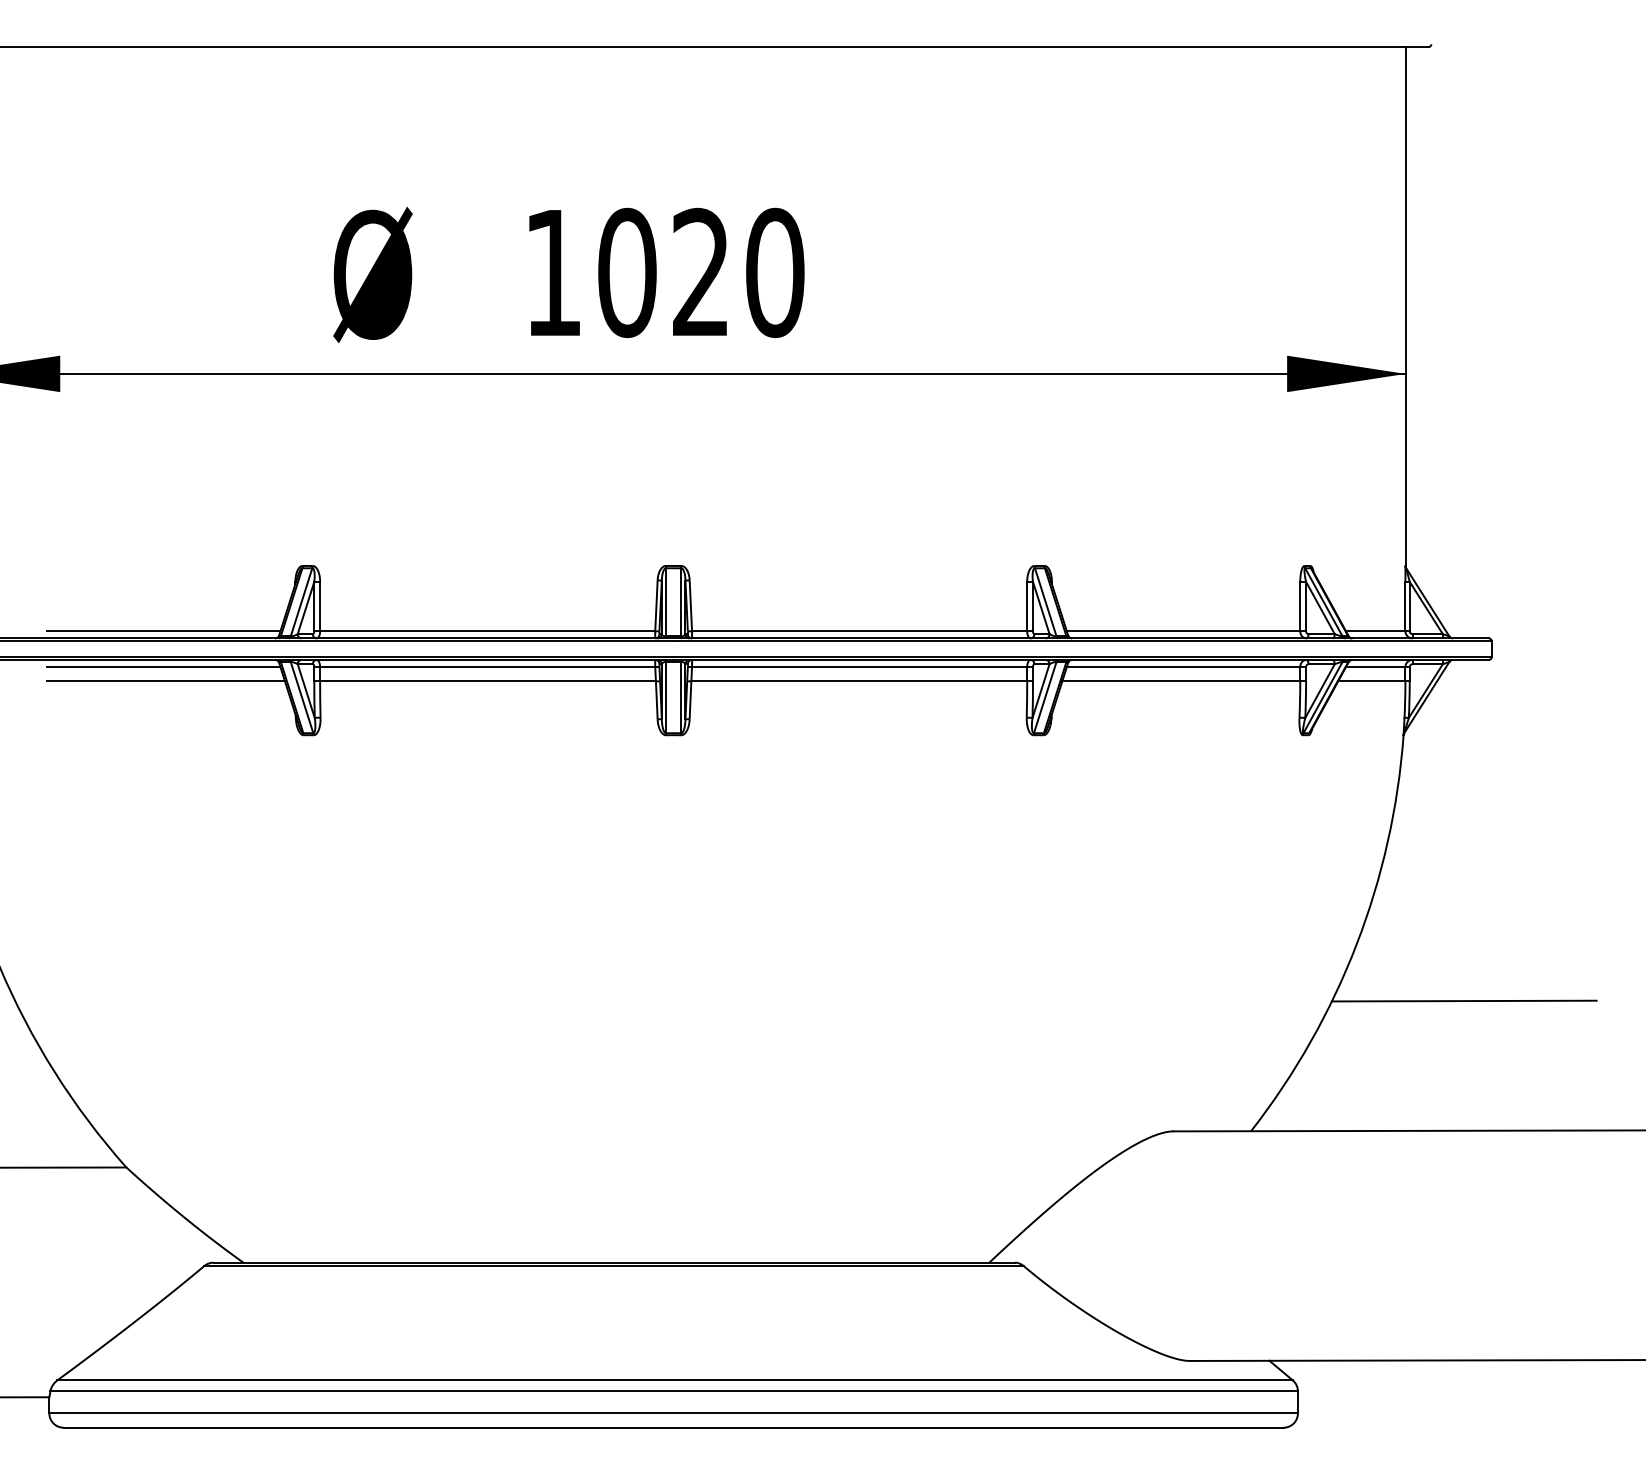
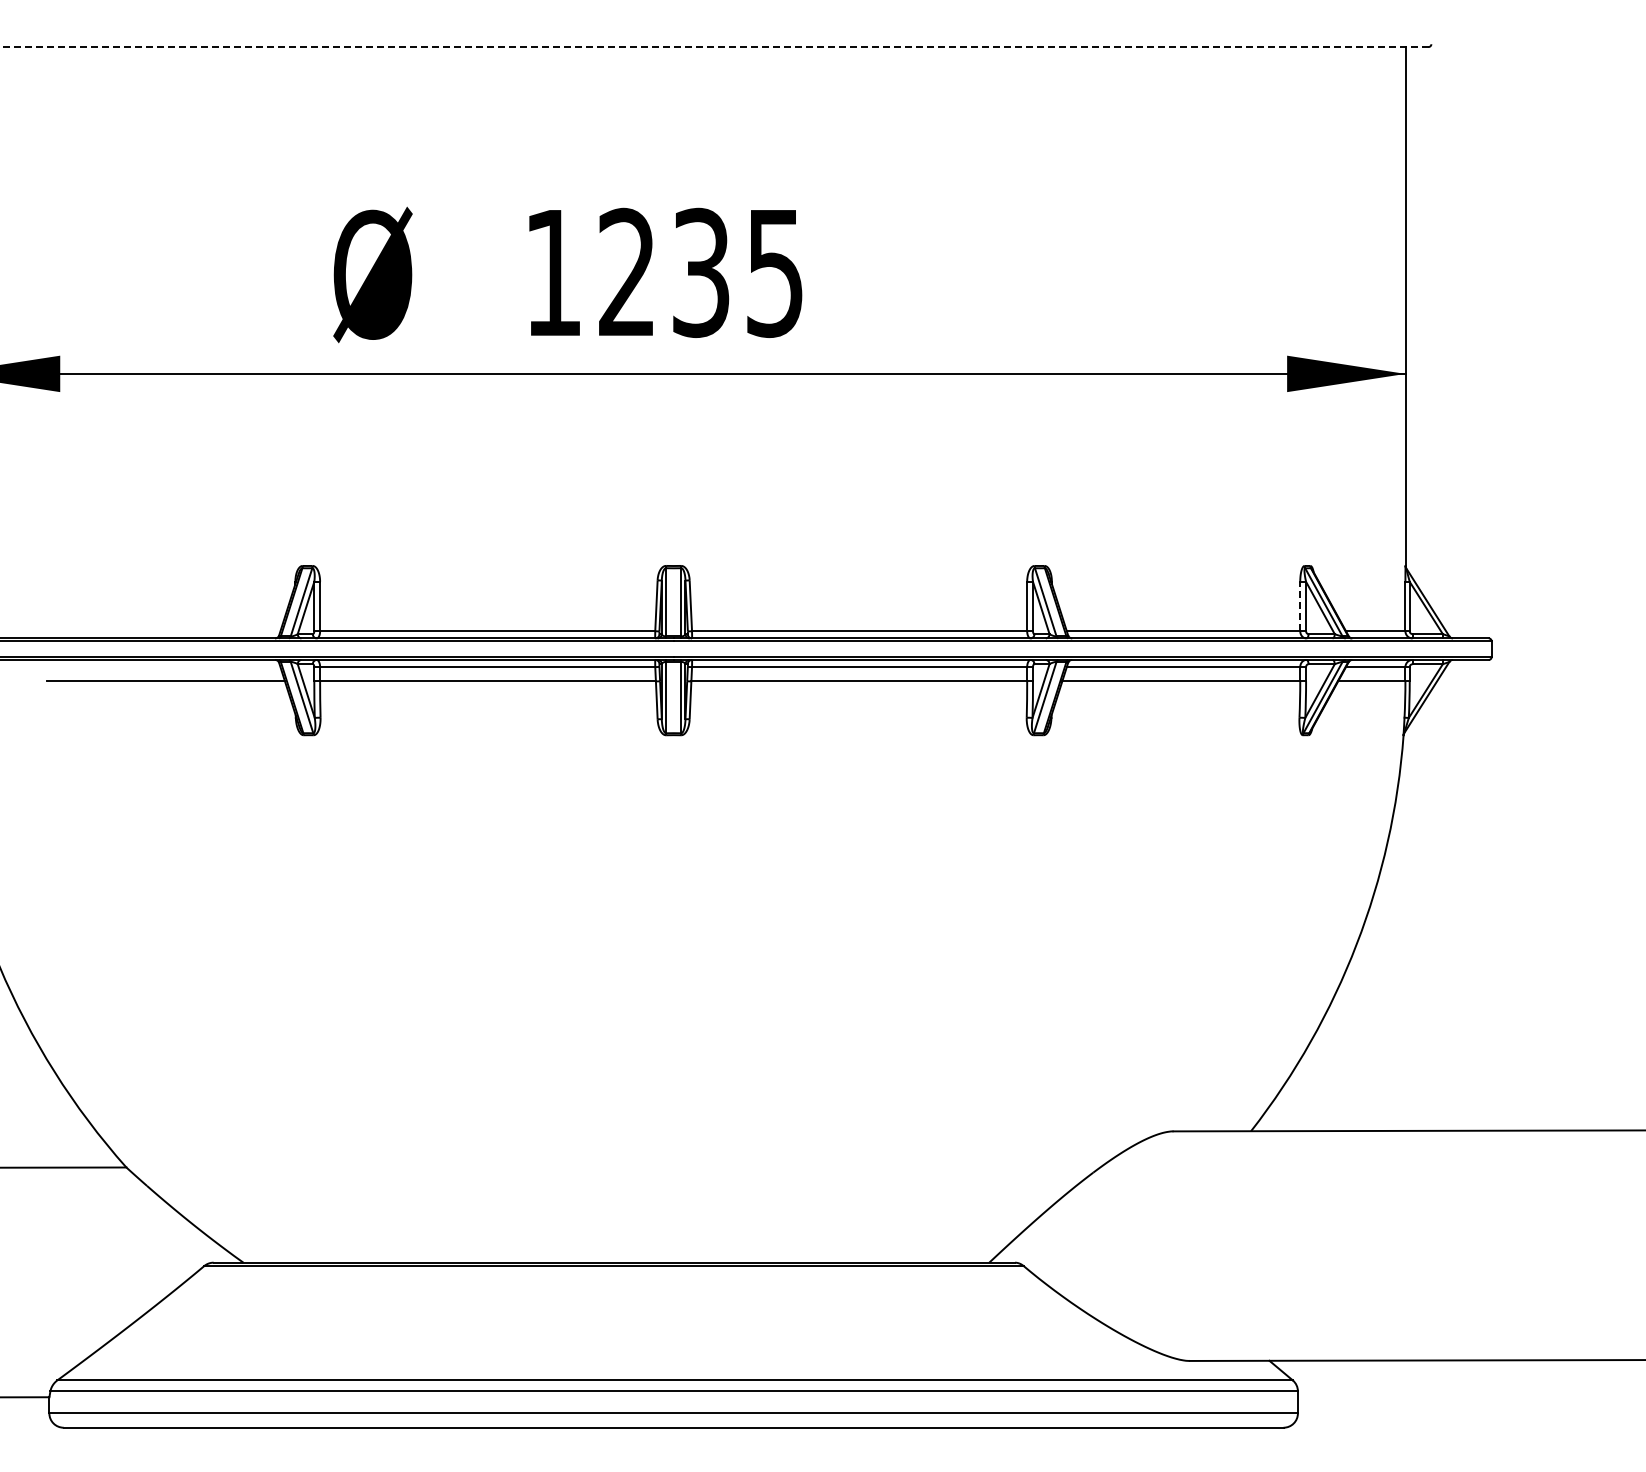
line at (714, 47): solid -> dashed
text at (701, 272): 1020 -> 1235
line at (1300, 606): solid -> dashed
line at (163, 631): present -> none
line at (163, 667): present -> none
line at (1463, 1000): present -> none
